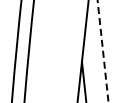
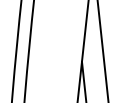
line at (103, 51): dashed -> solid
